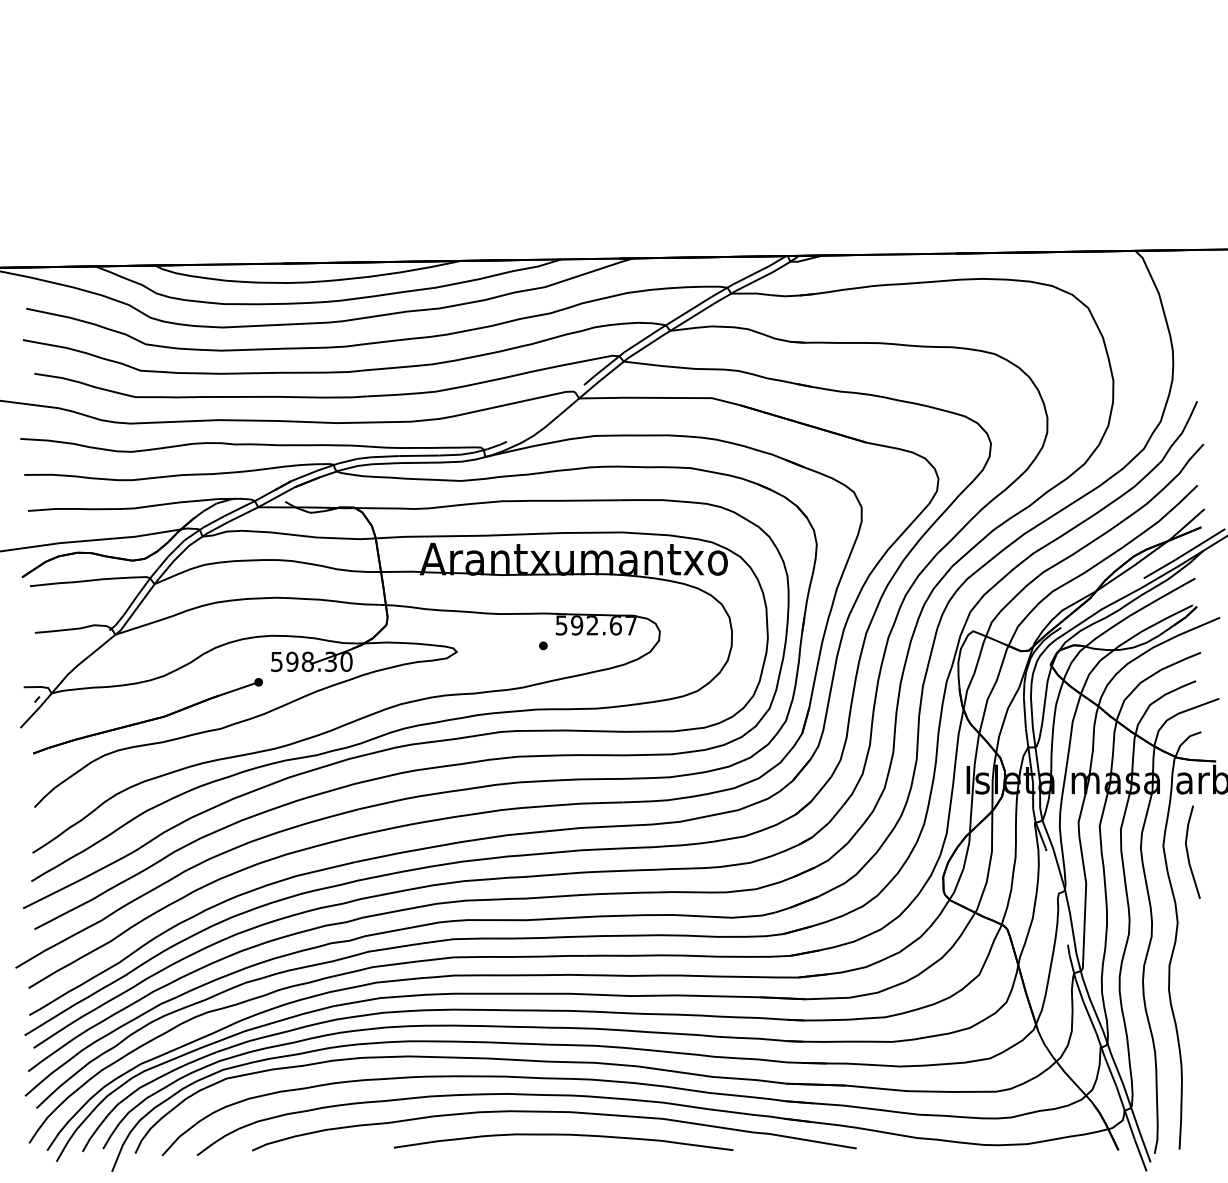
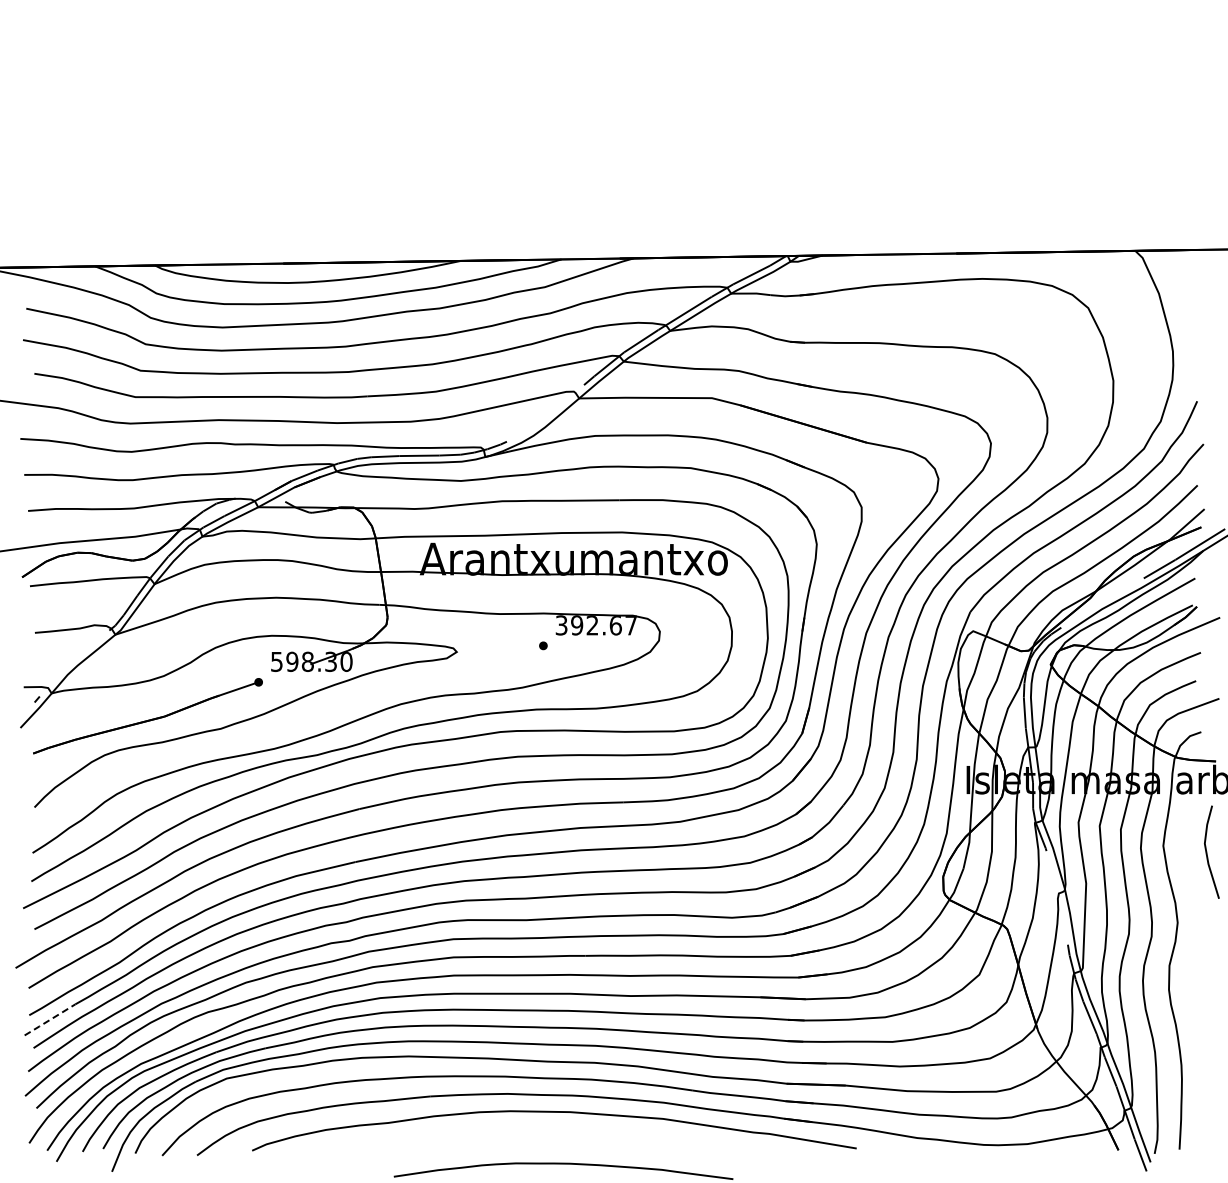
text at (561, 624): 592.67 -> 392.67
line at (1188, 851) position: (1188, 851) -> (1207, 851)
line at (50, 1019): solid -> dashed
curve at (563, 1135) position: (563, 1135) -> (563, 1164)
